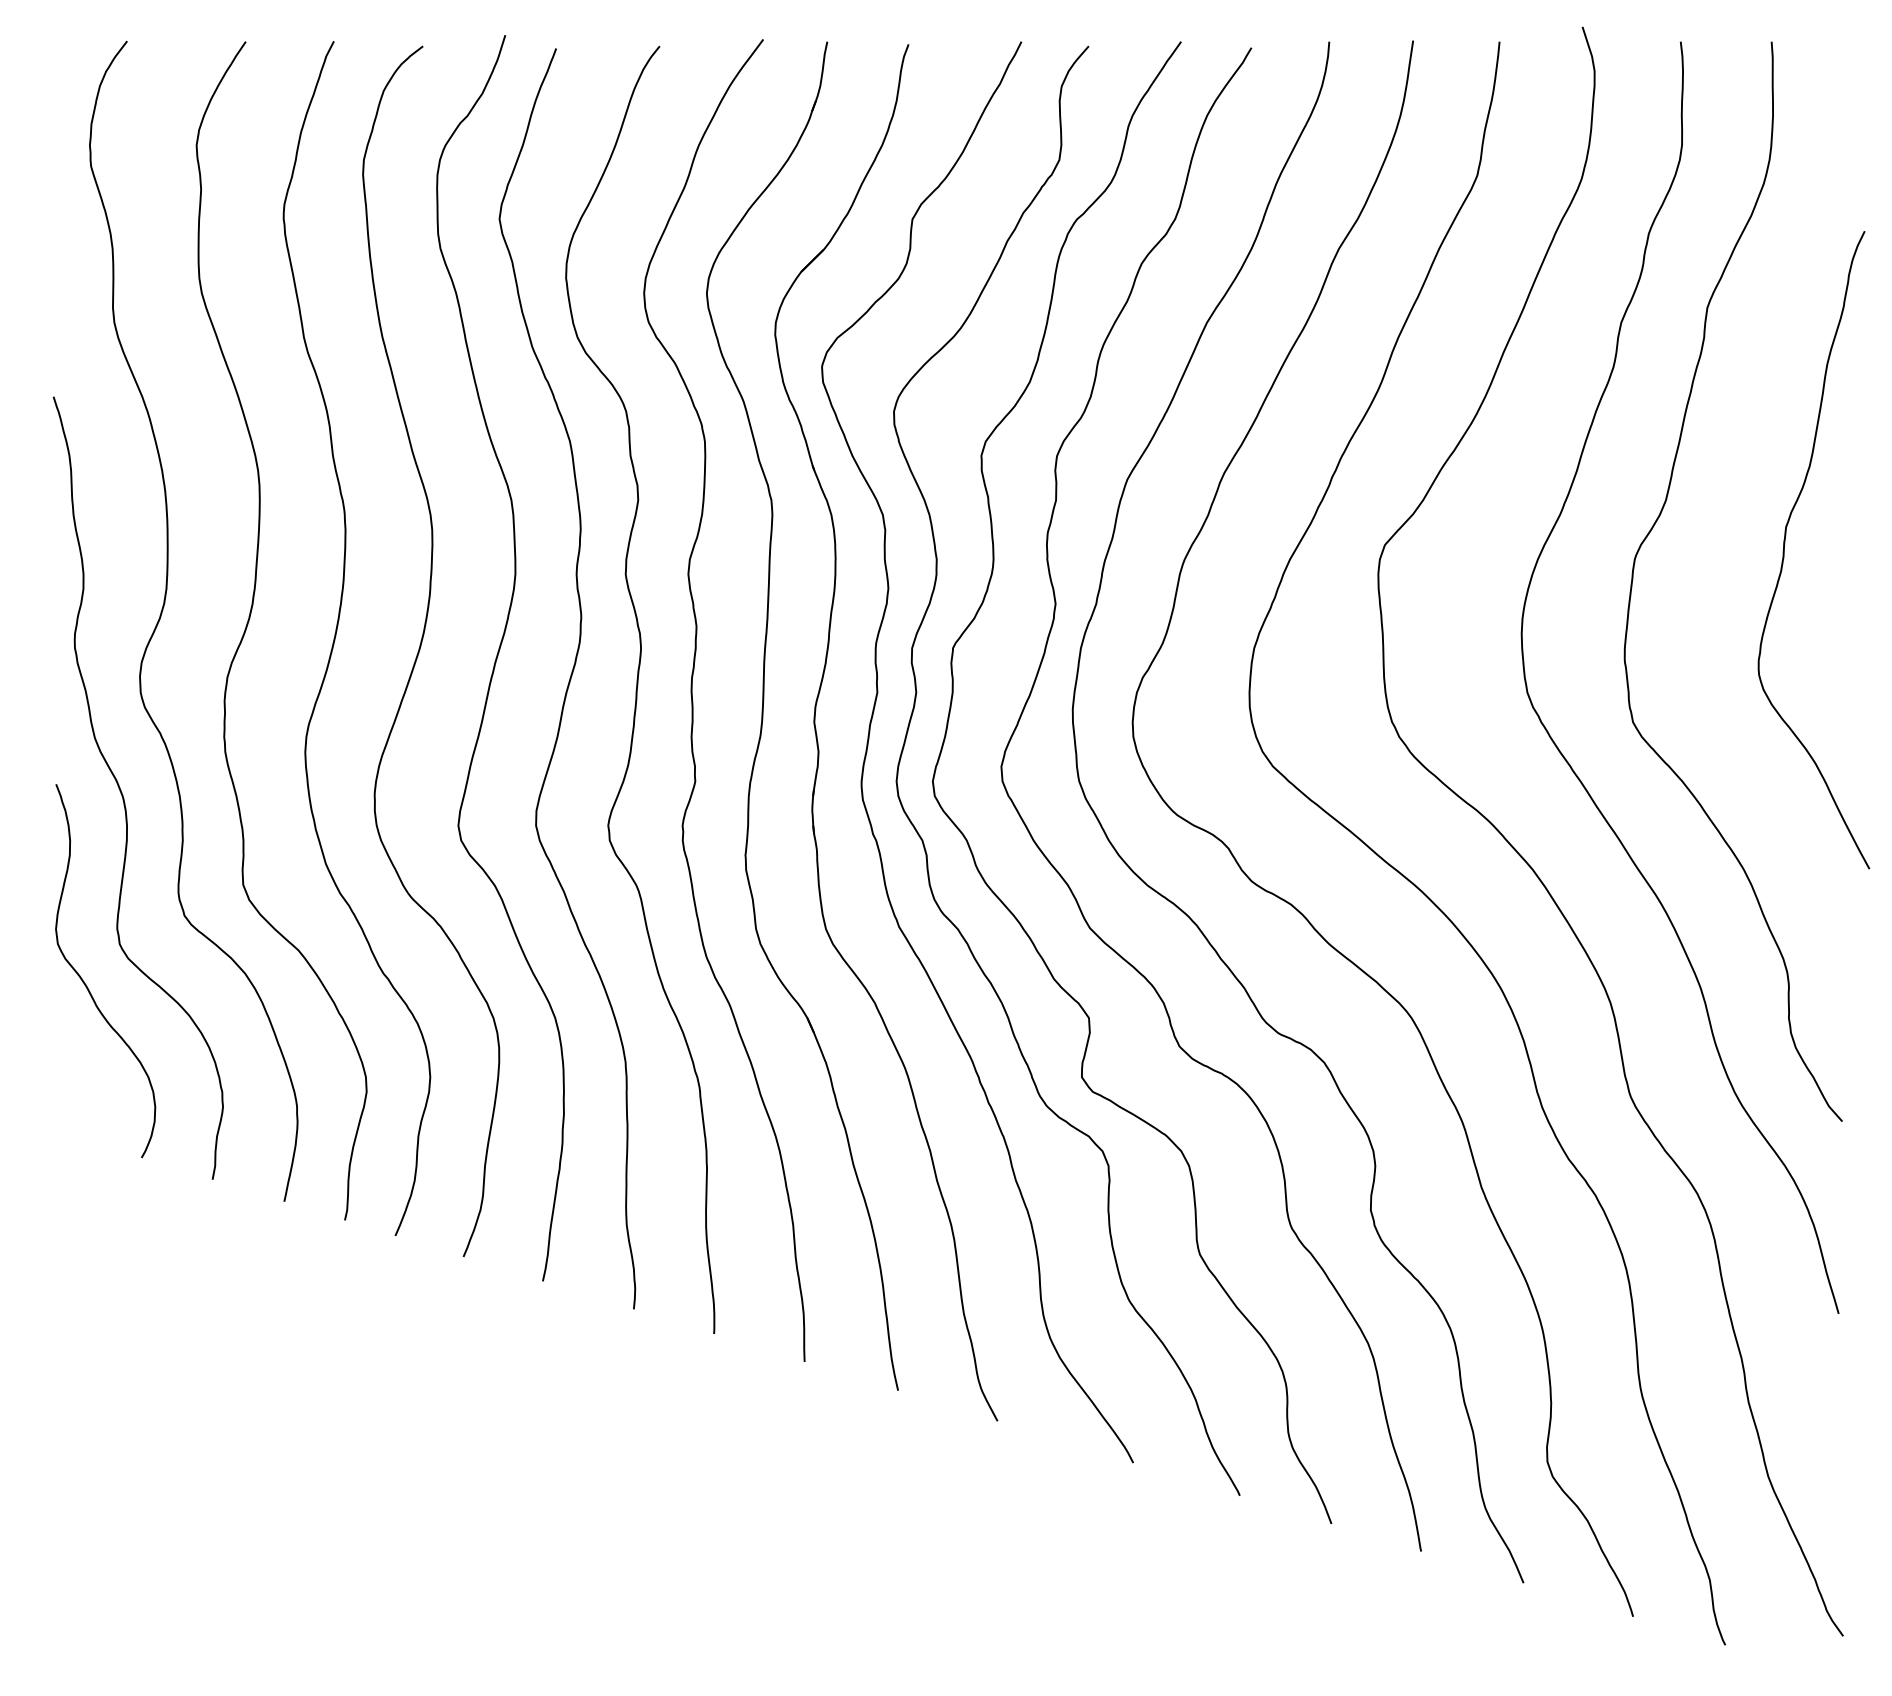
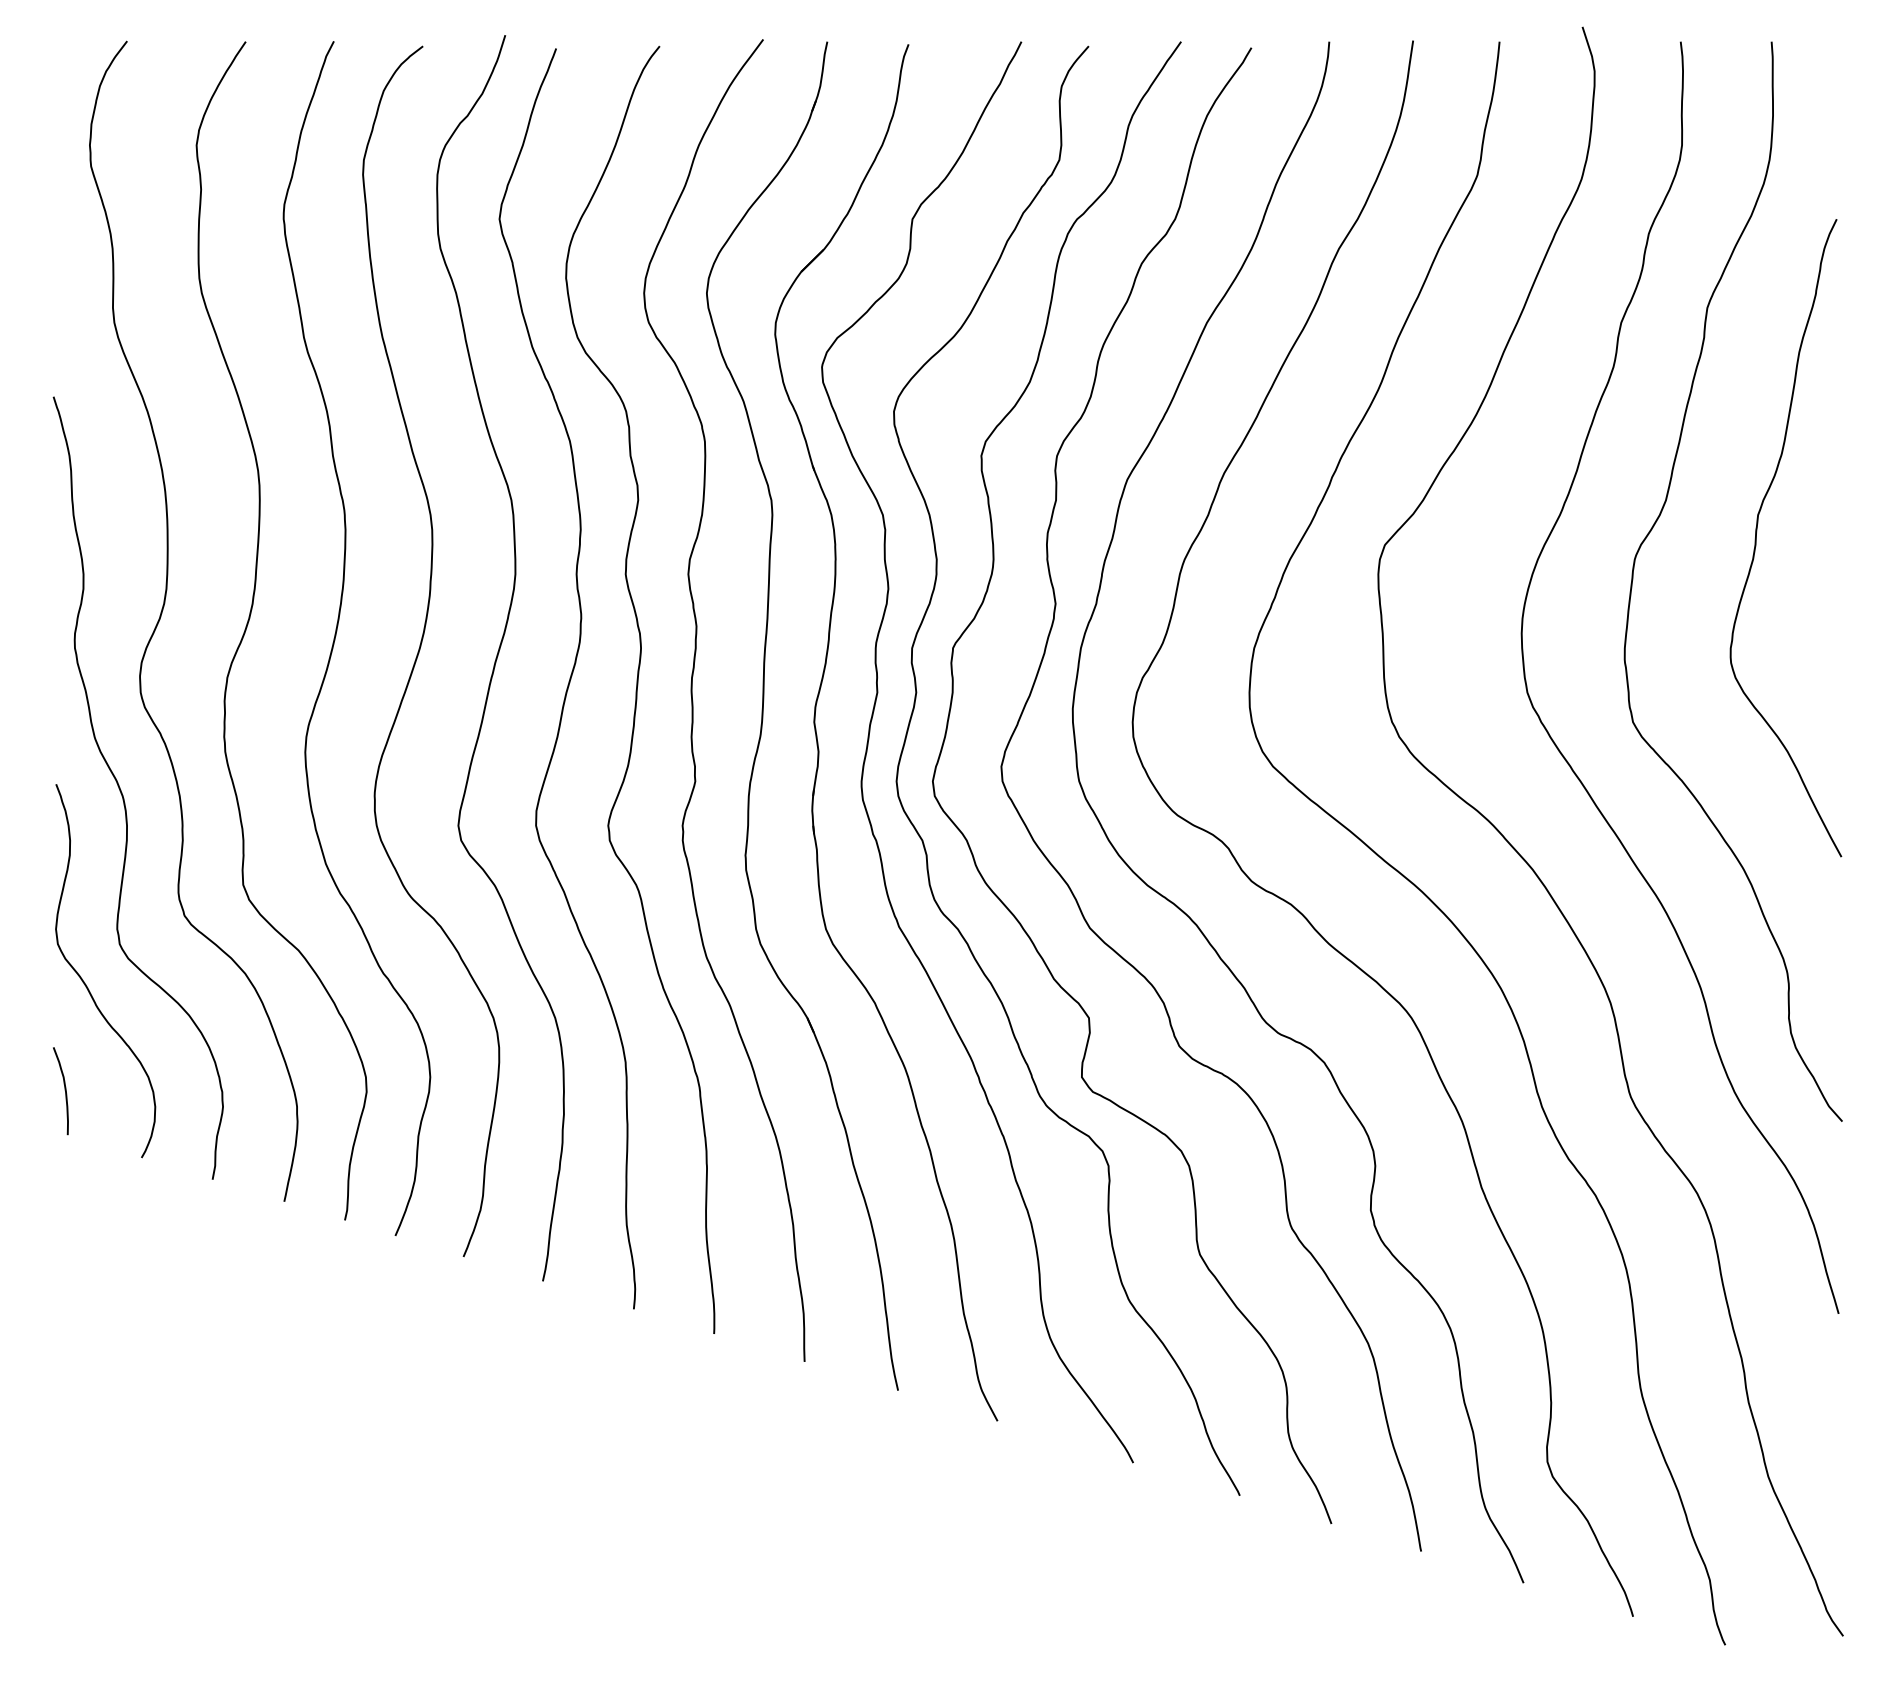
curve at (1785, 543) position: (1785, 543) -> (1757, 531)
curve at (64, 1090): none -> present
